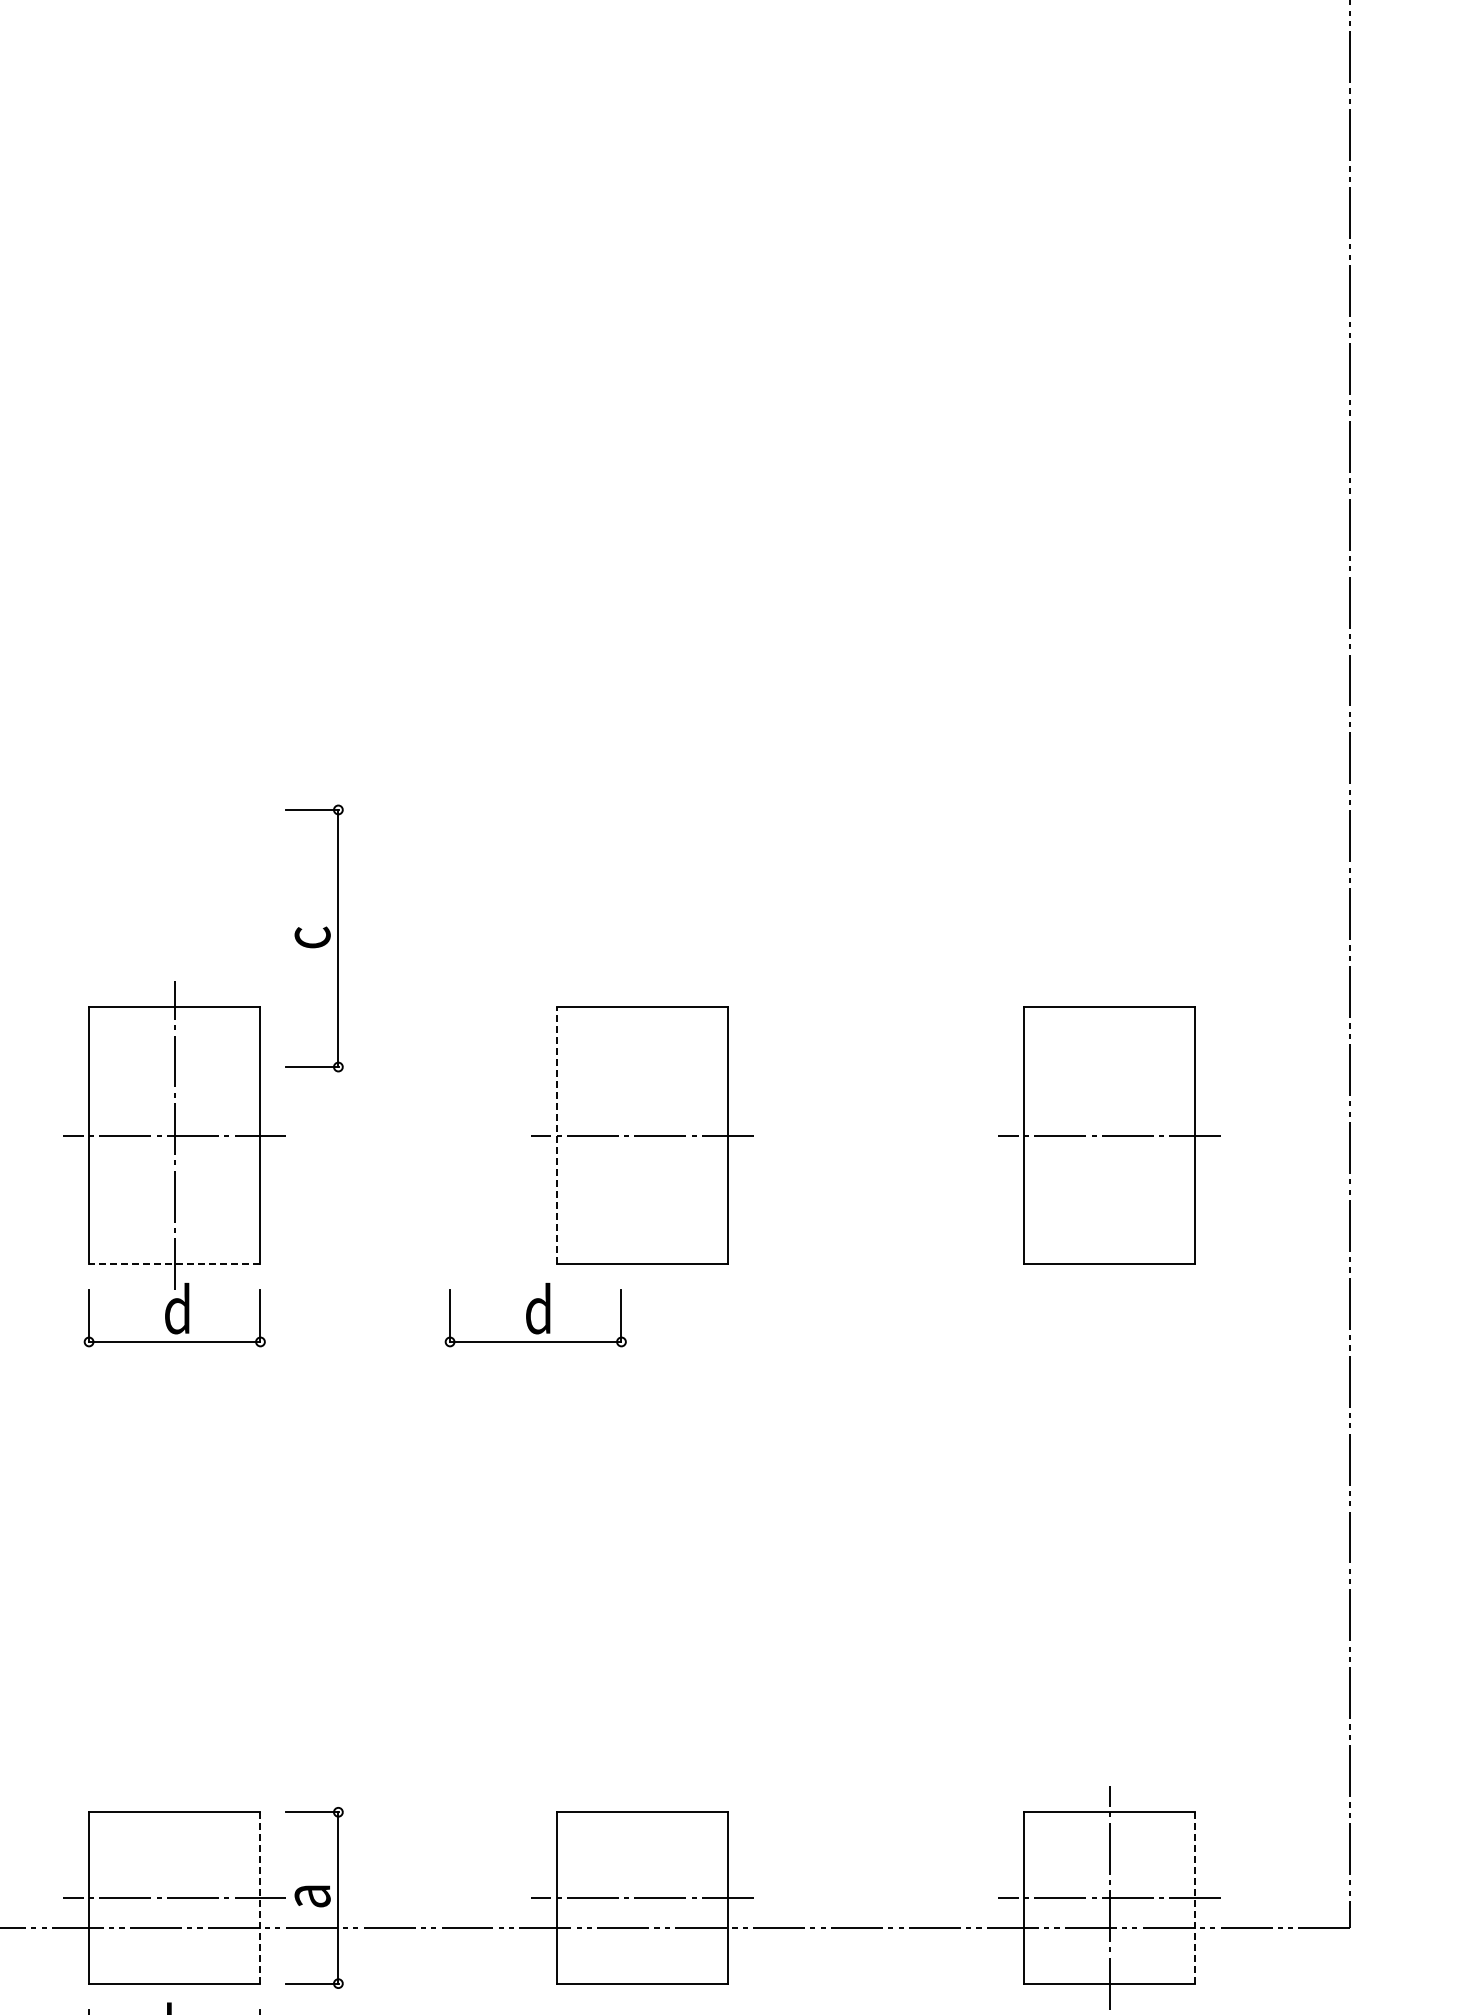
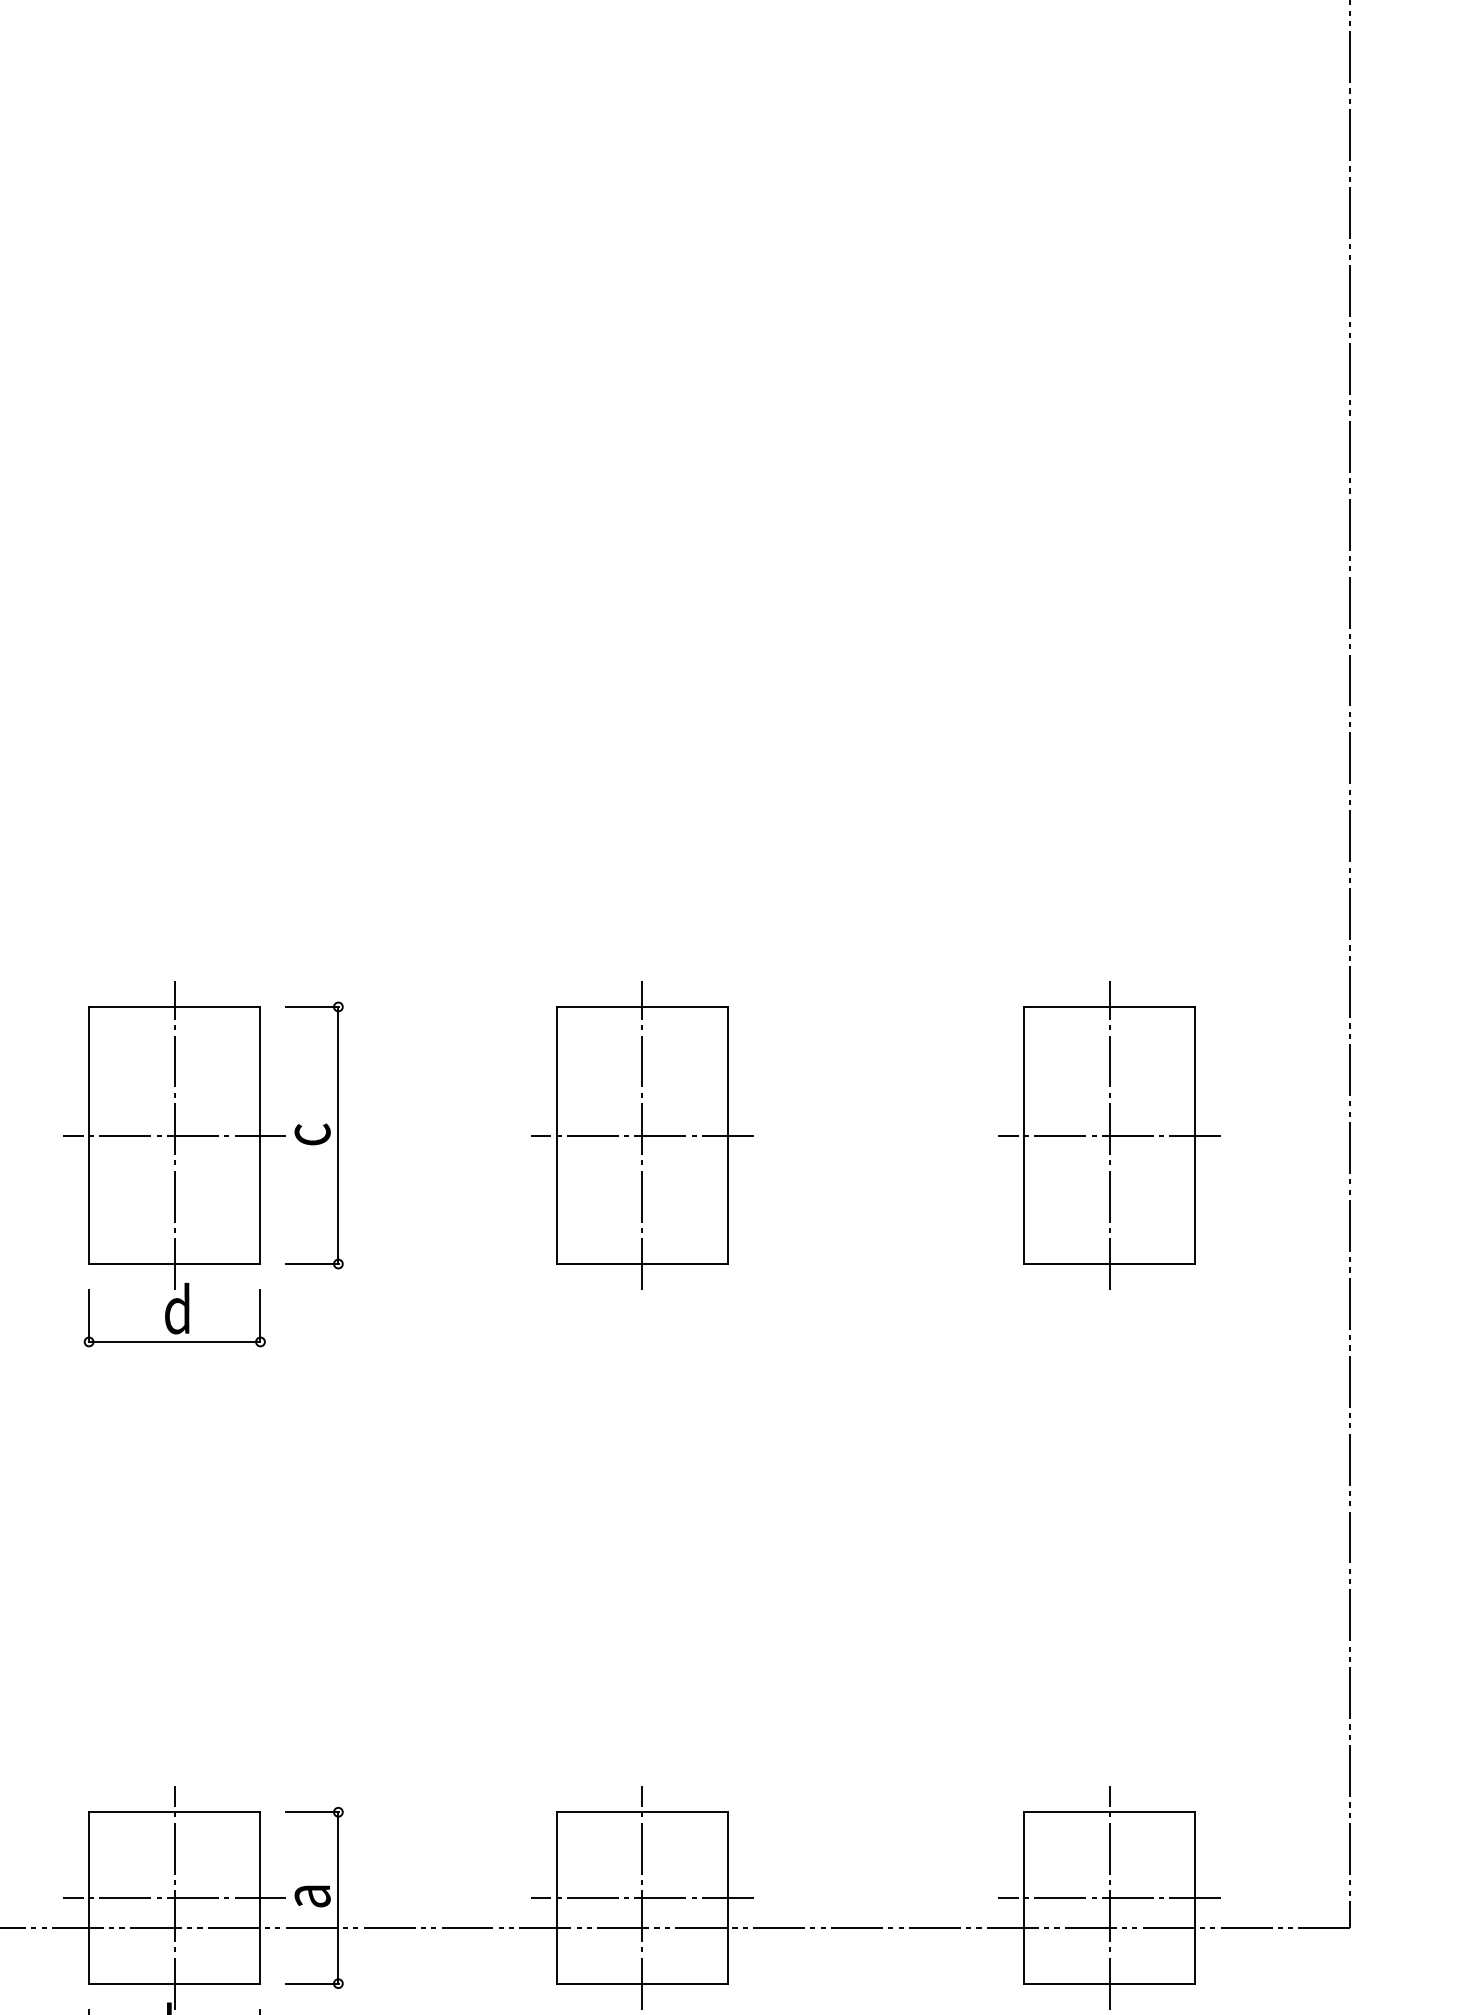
part at (314, 938) position: (314, 938) -> (314, 1135)
line at (556, 1135): dashed -> solid
line at (642, 1135): none -> present
line at (1109, 1135): none -> present
line at (174, 1264): dashed -> solid
part at (535, 1315): present -> none
line at (174, 1897): none -> present
line at (260, 1897): dashed -> solid
line at (642, 1897): none -> present
line at (1195, 1897): dashed -> solid
